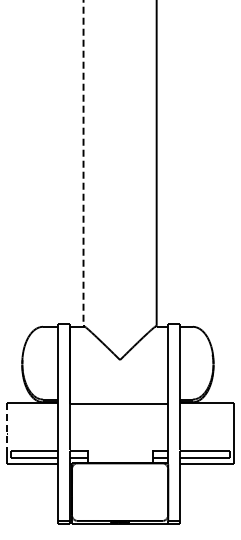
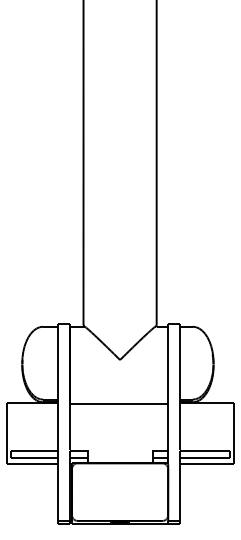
line at (83, 163): dashed -> solid
line at (7, 426): dashed -> solid
